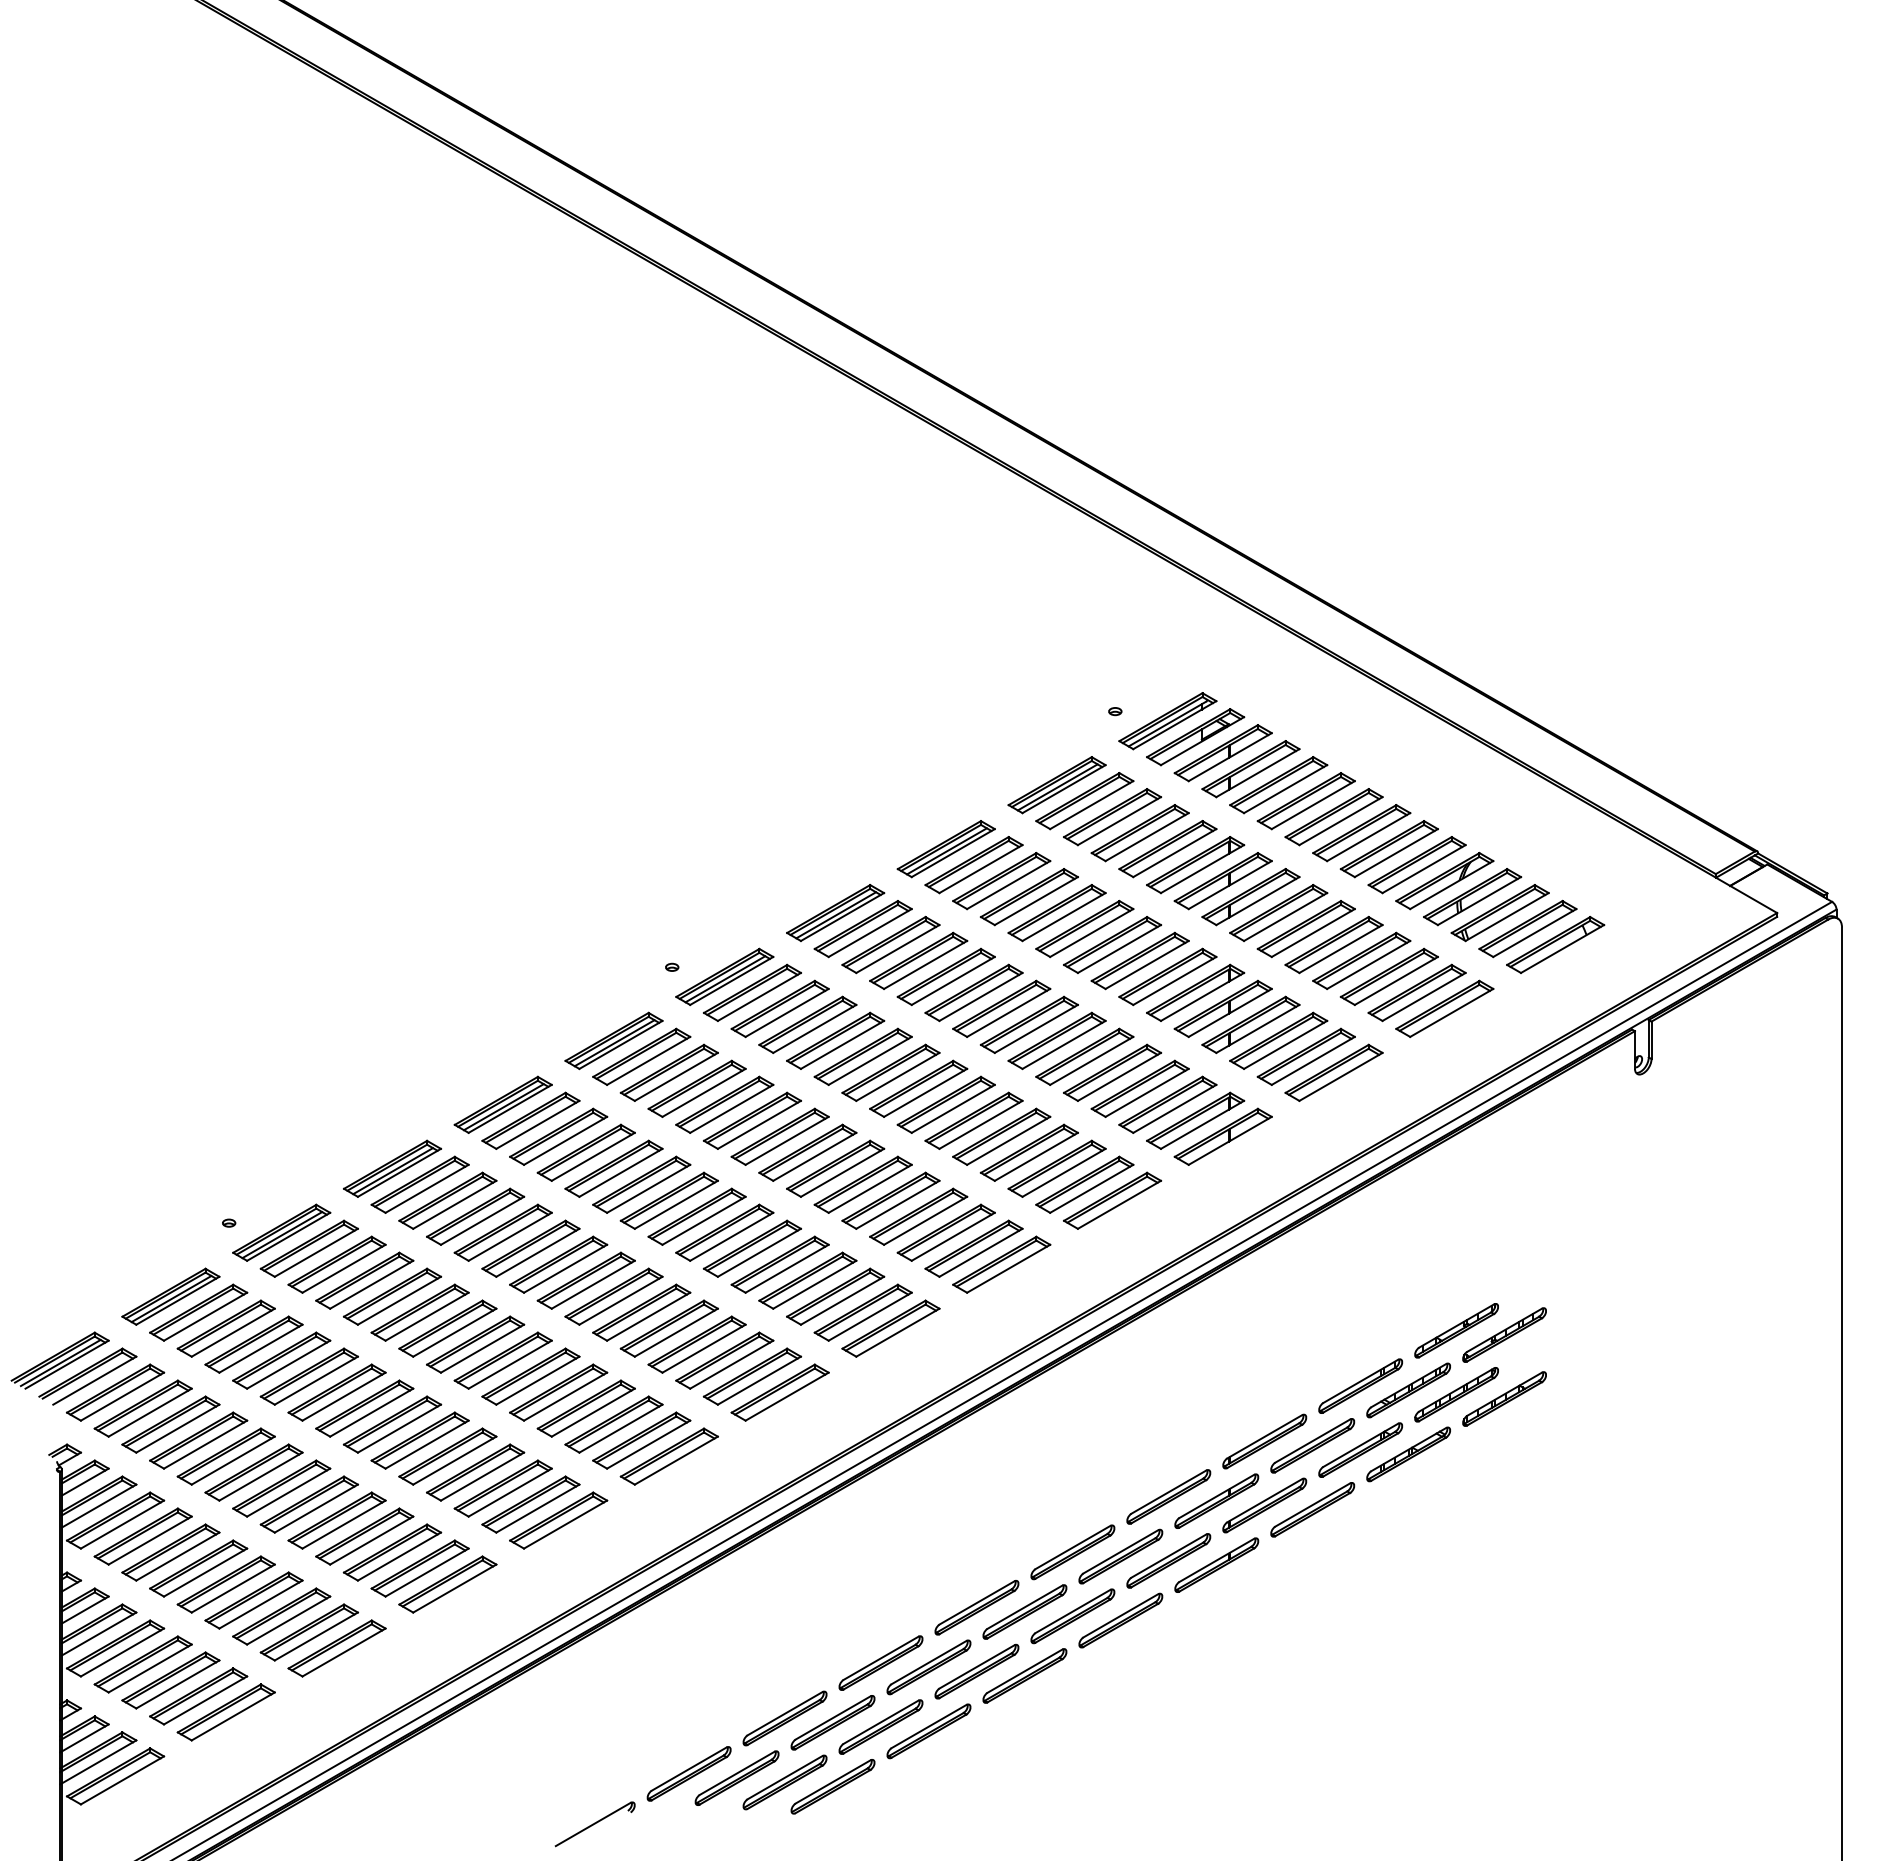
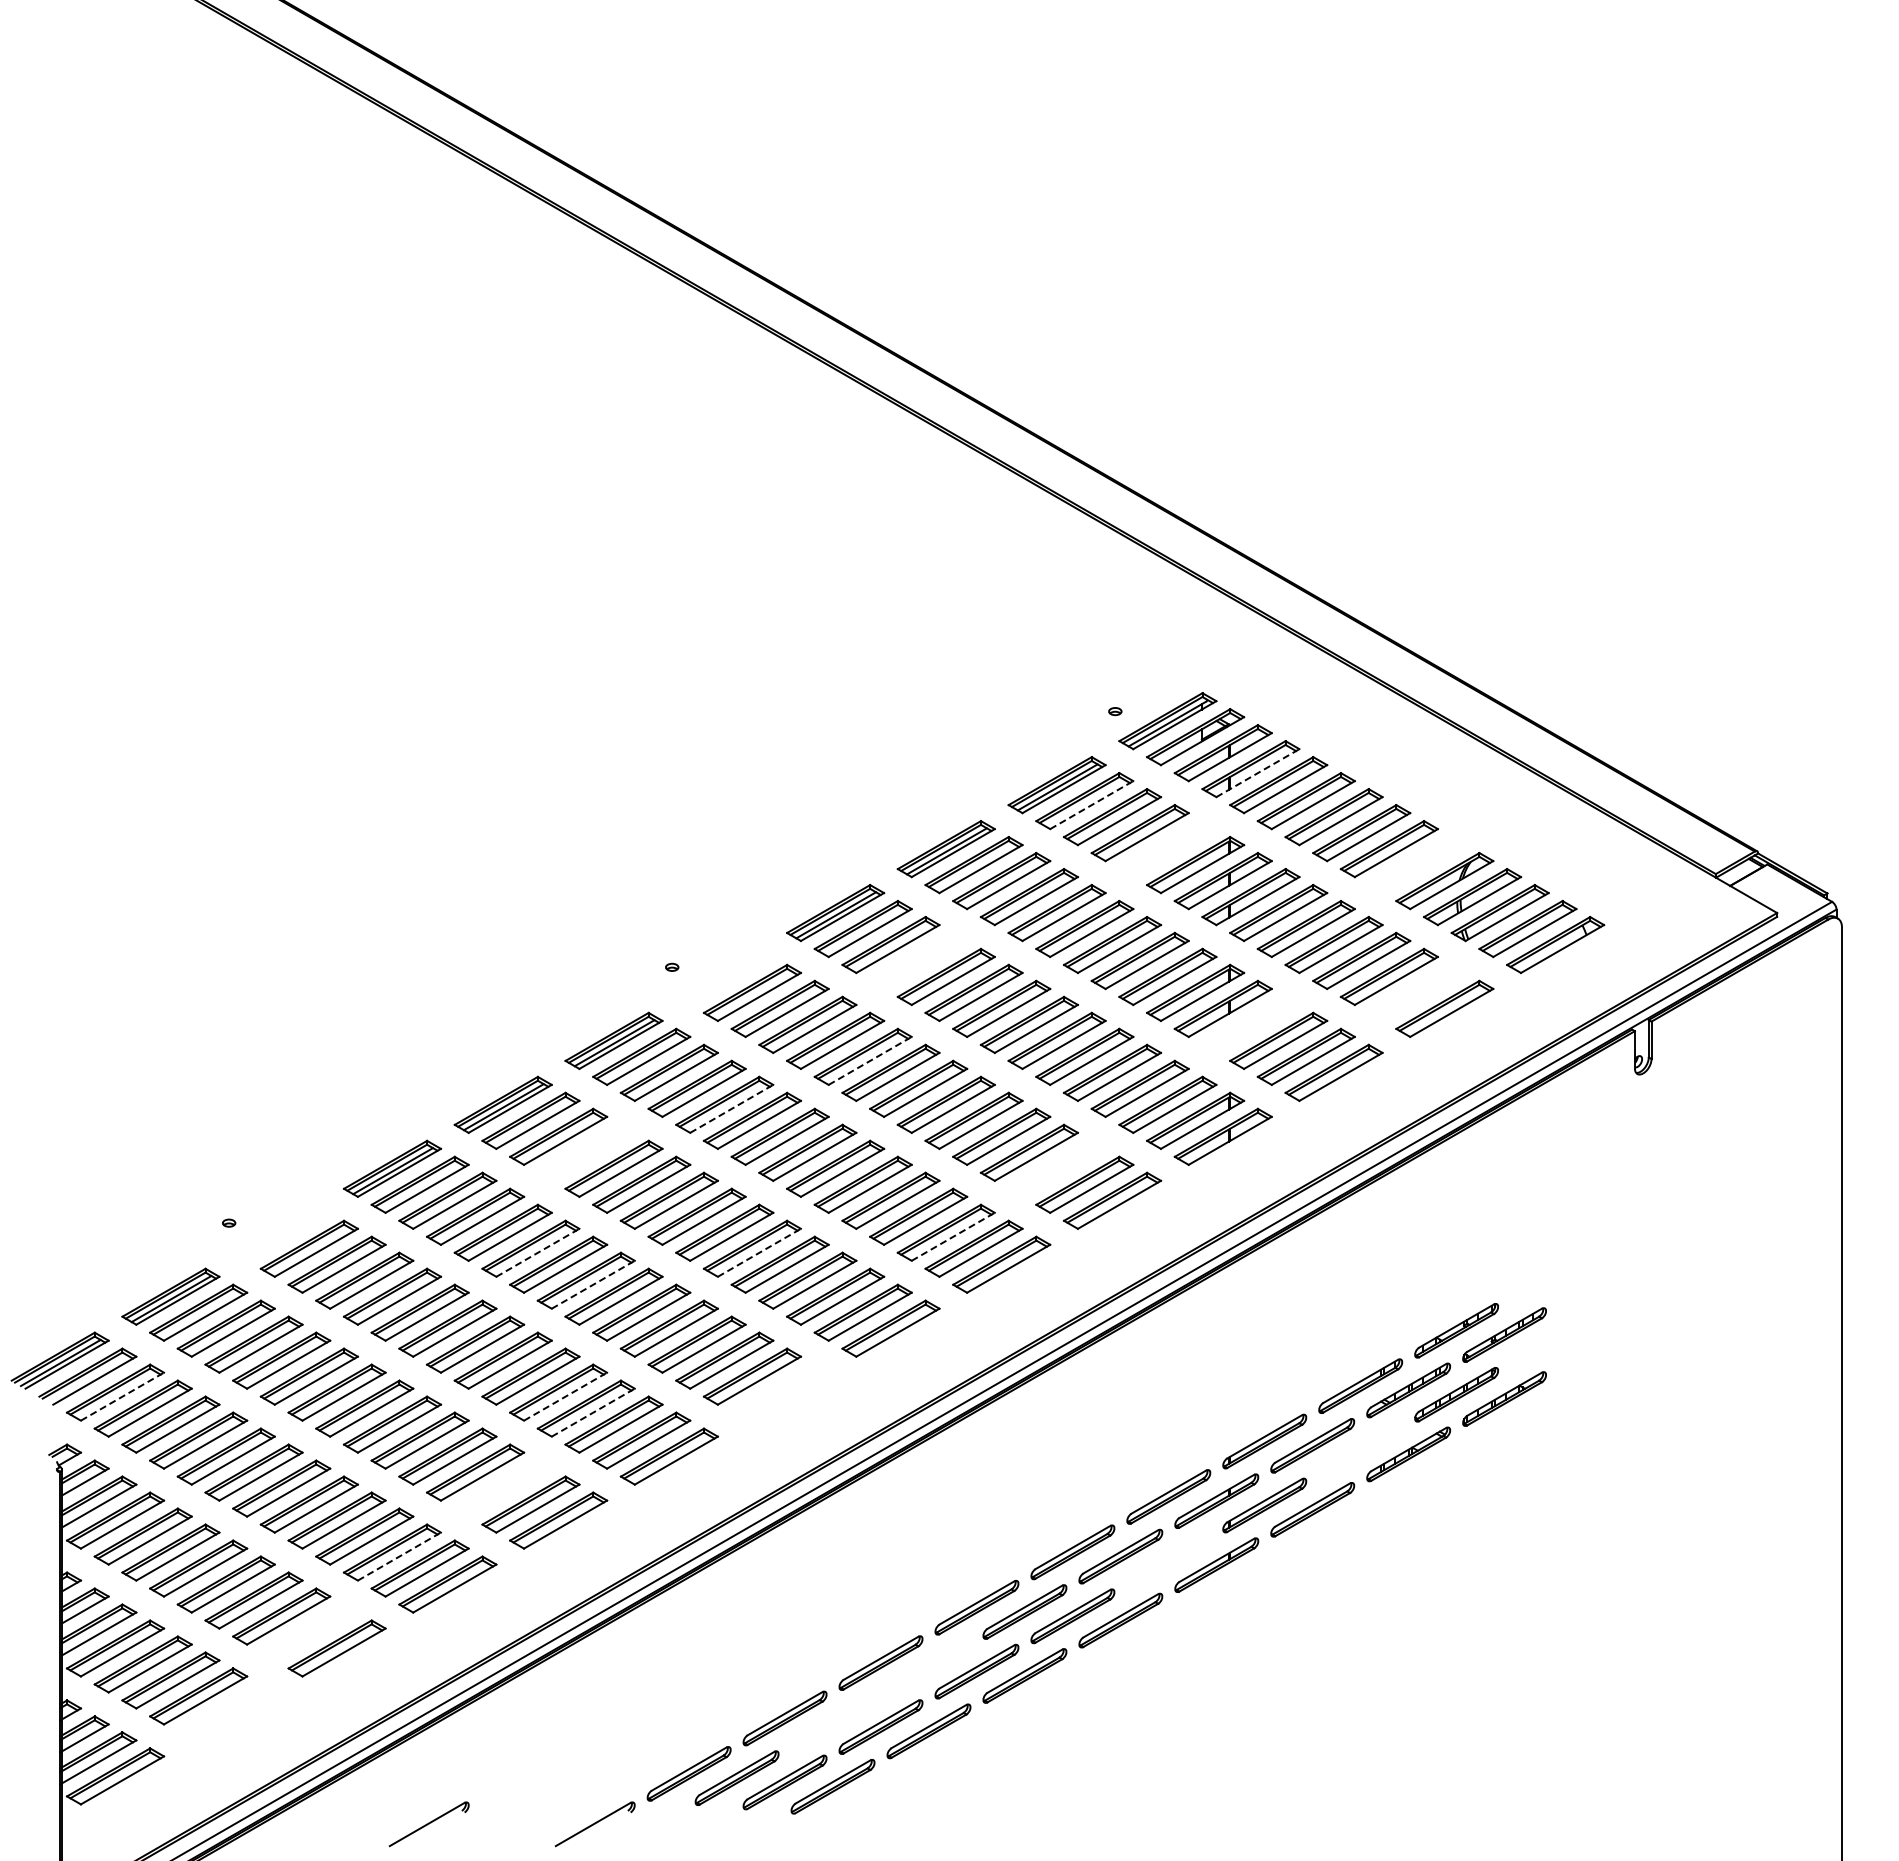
line at (1257, 773): solid -> dashed
line at (1091, 805): solid -> dashed
part at (1167, 849): present -> none
part at (1416, 865): present -> none
part at (918, 960): present -> none
part at (724, 976): present -> none
part at (1416, 992): present -> none
part at (1250, 1024): present -> none
line at (870, 1060): solid -> dashed
line at (731, 1108): solid -> dashed
part at (585, 1152): present -> none
part at (1056, 1168): present -> none
part at (281, 1232): present -> none
line at (953, 1236): solid -> dashed
line at (537, 1252): solid -> dashed
line at (759, 1252): solid -> dashed
line at (593, 1284): solid -> dashed
part at (779, 1392): present -> none
line at (122, 1396): solid -> dashed
line at (565, 1396): solid -> dashed
line at (593, 1412): solid -> dashed
part at (1360, 1449): present -> none
part at (502, 1488): present -> none
line at (399, 1556): solid -> dashed
part at (1168, 1560): present -> none
part at (308, 1632): present -> none
part at (928, 1667): present -> none
part at (225, 1712): present -> none
part at (832, 1722): present -> none
part at (428, 1824): none -> present
